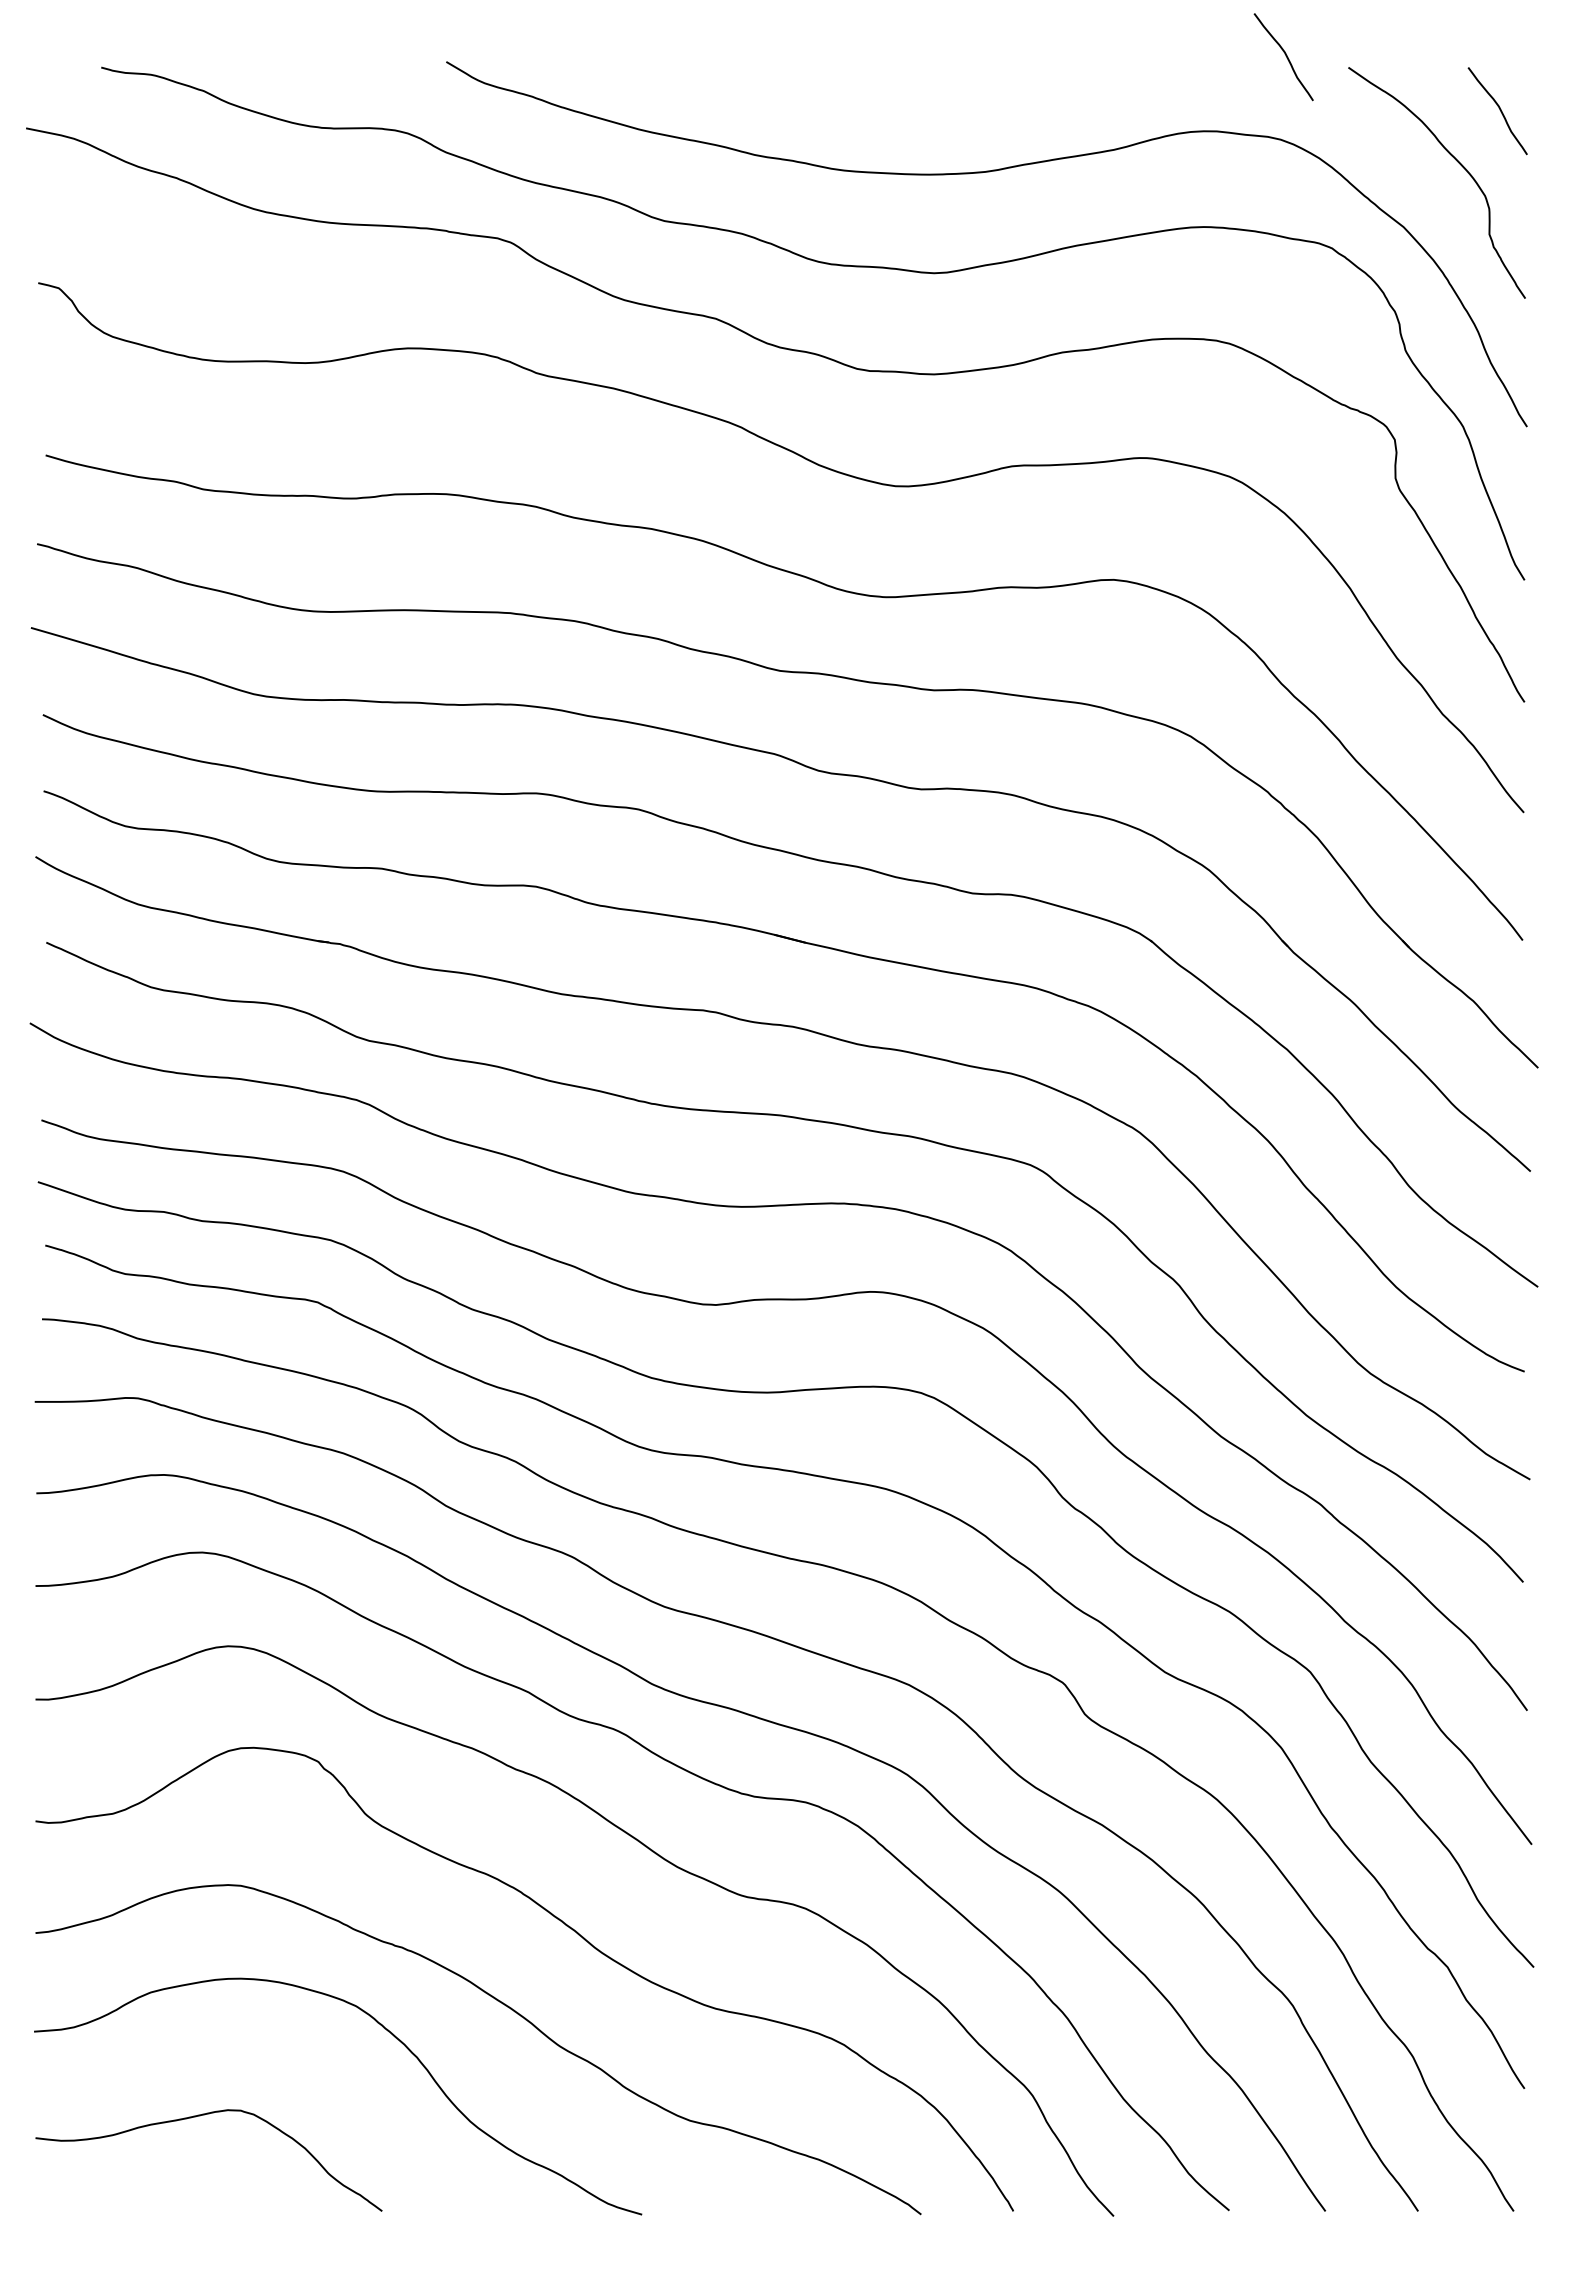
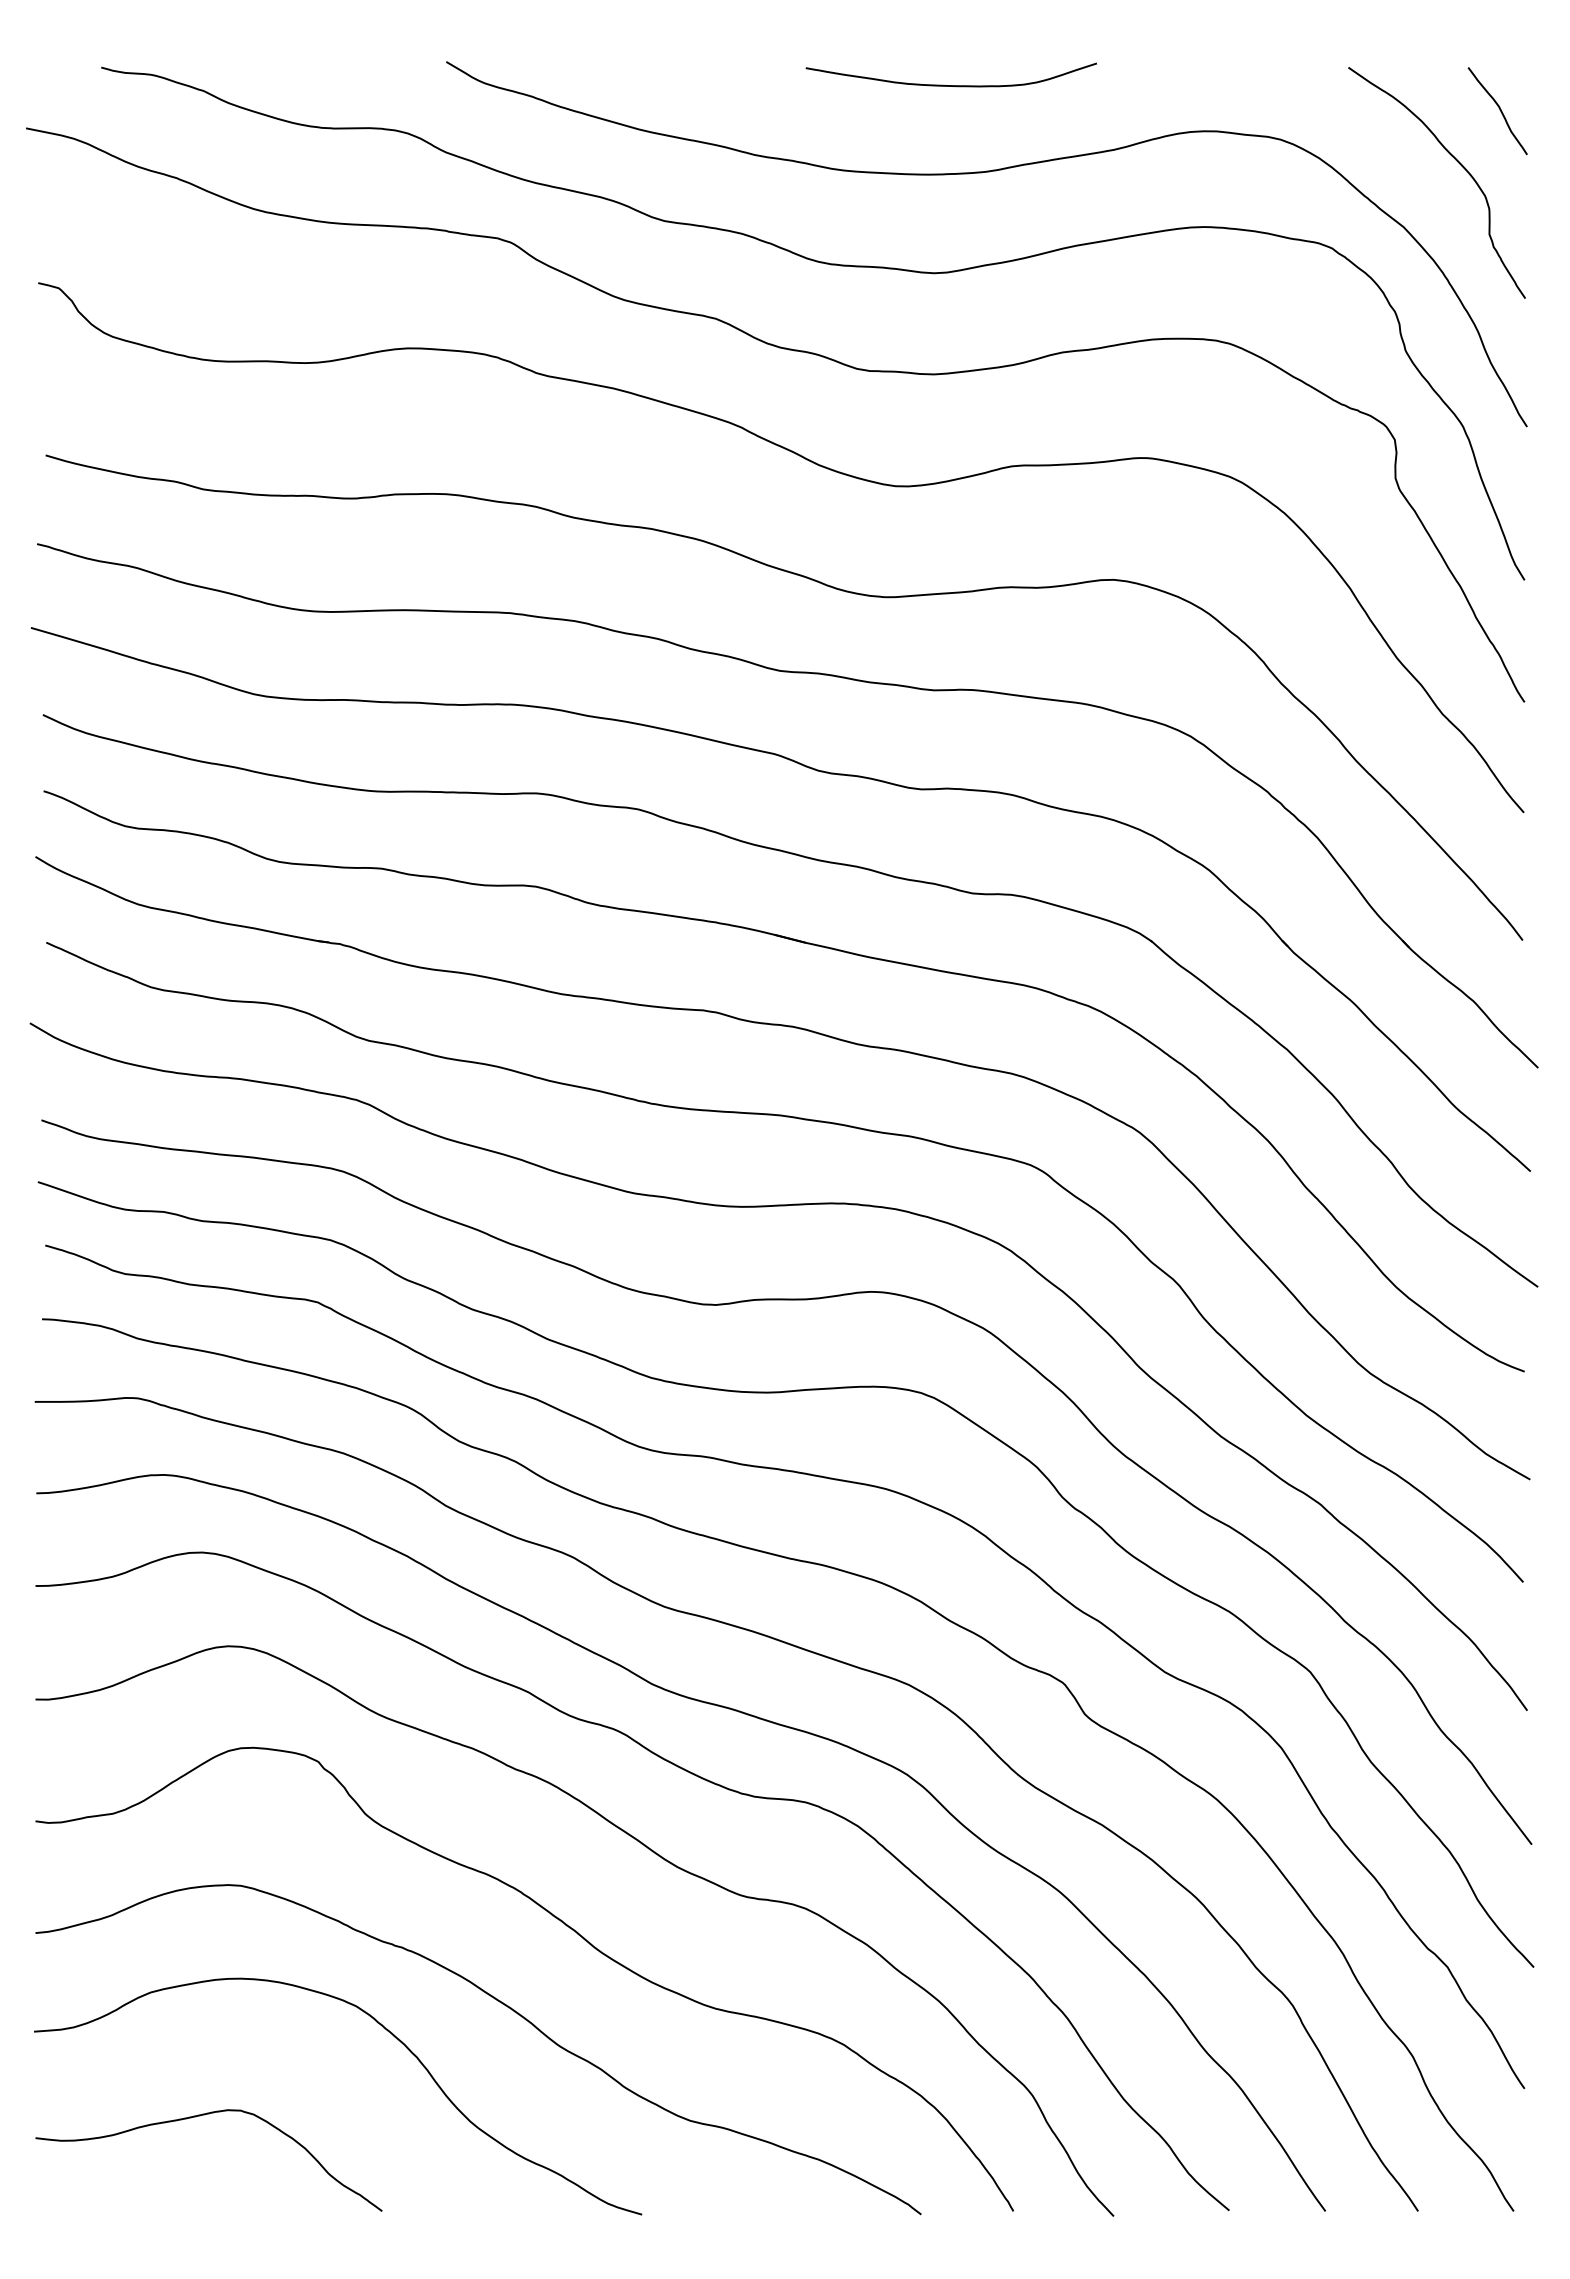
curve at (1285, 56): present -> none
curve at (950, 85): none -> present
